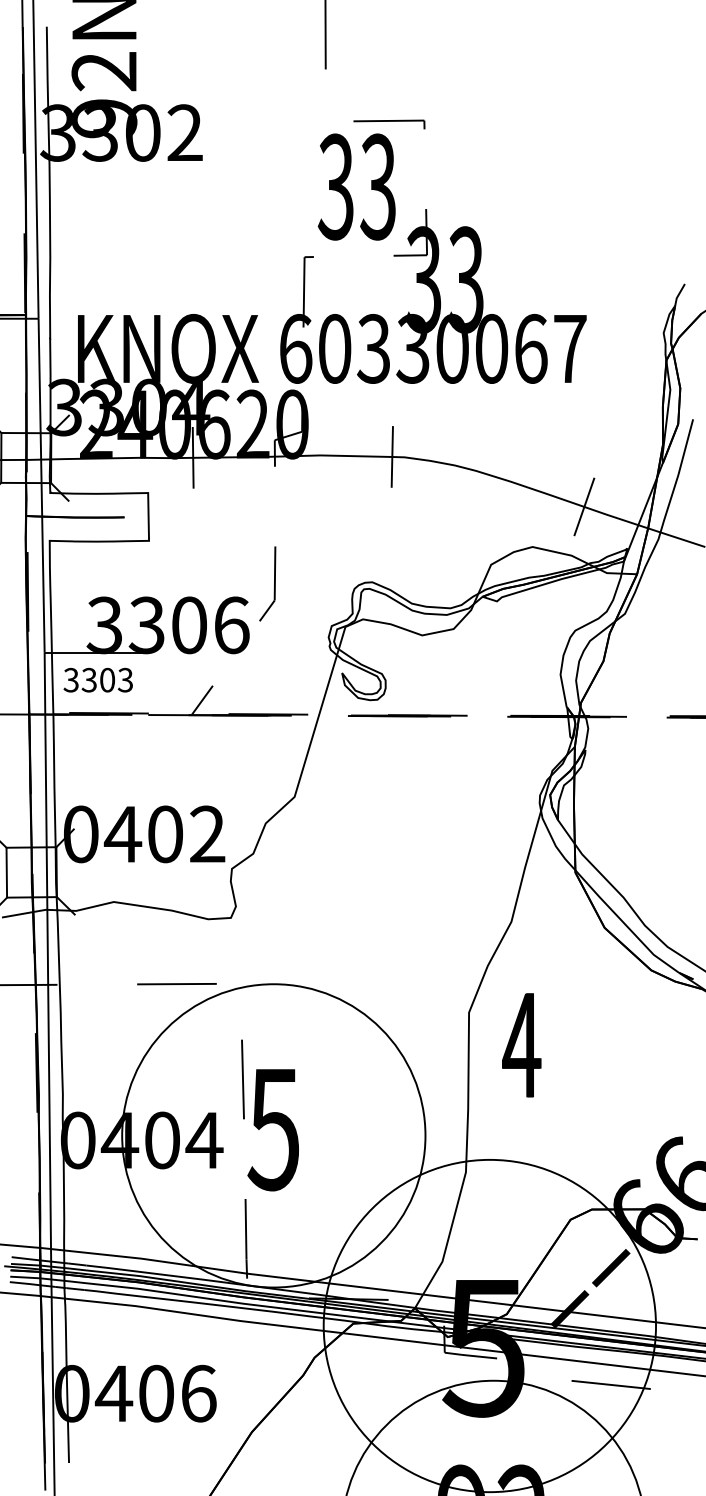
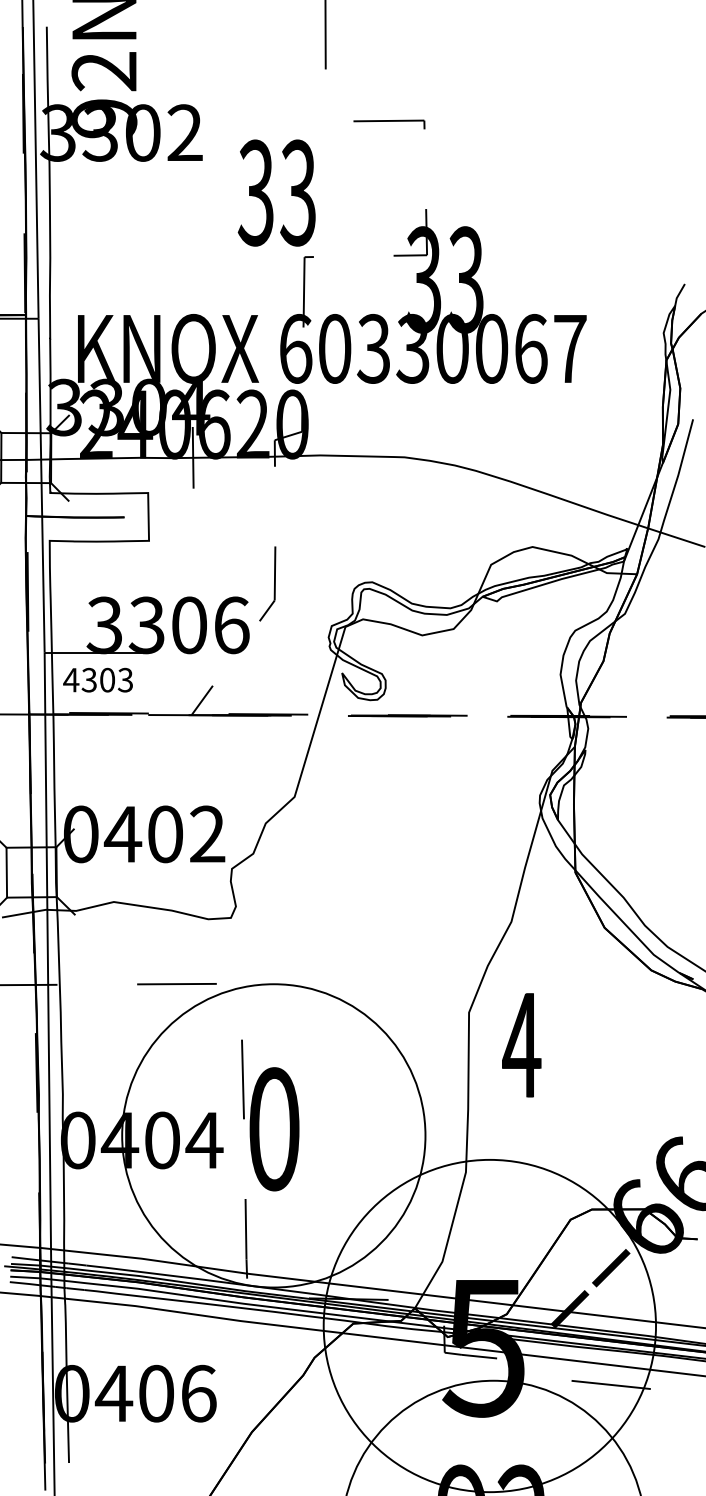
text at (356, 186) position: (356, 186) -> (276, 192)
line at (391, 456): present -> none
line at (584, 506): present -> none
text at (71, 679): 3303 -> 4303
text at (273, 1129): 5 -> 0
